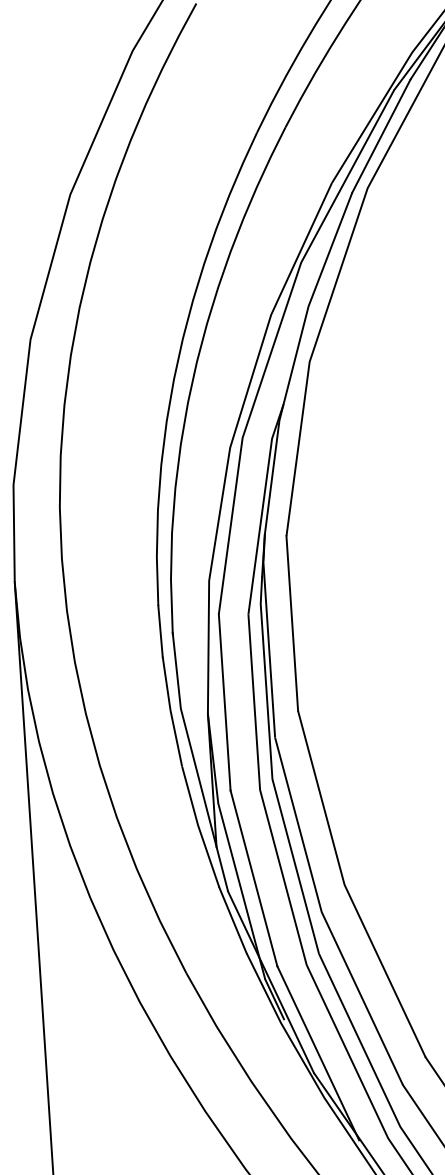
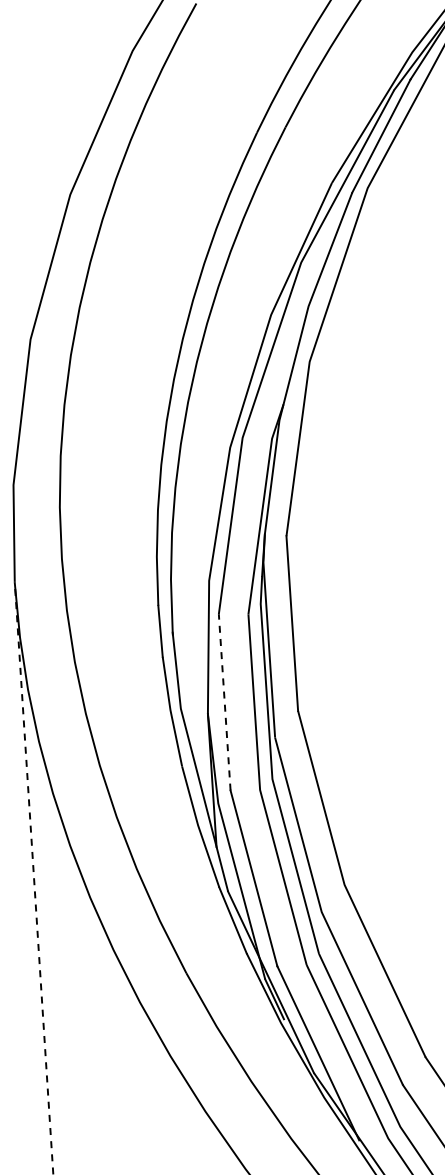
line at (224, 701): solid -> dashed
line at (34, 878): solid -> dashed
